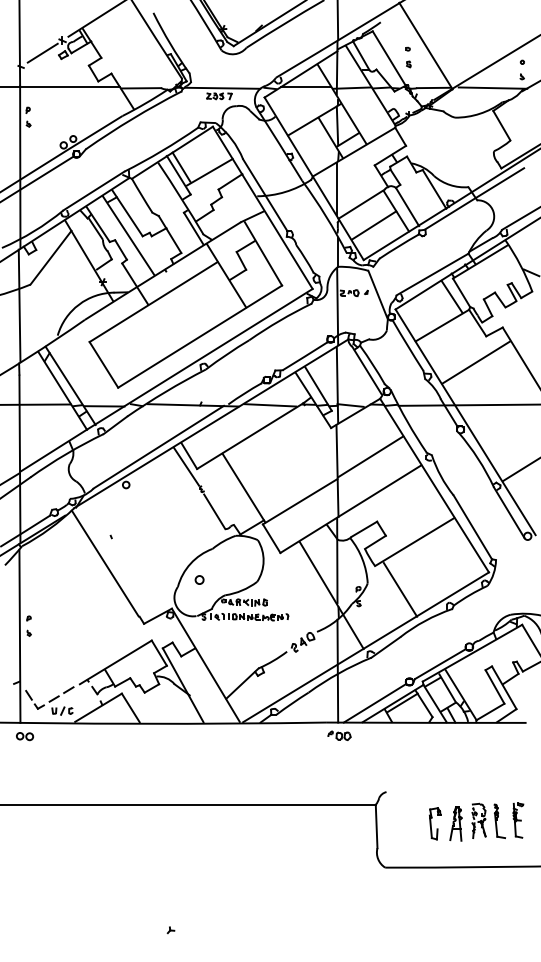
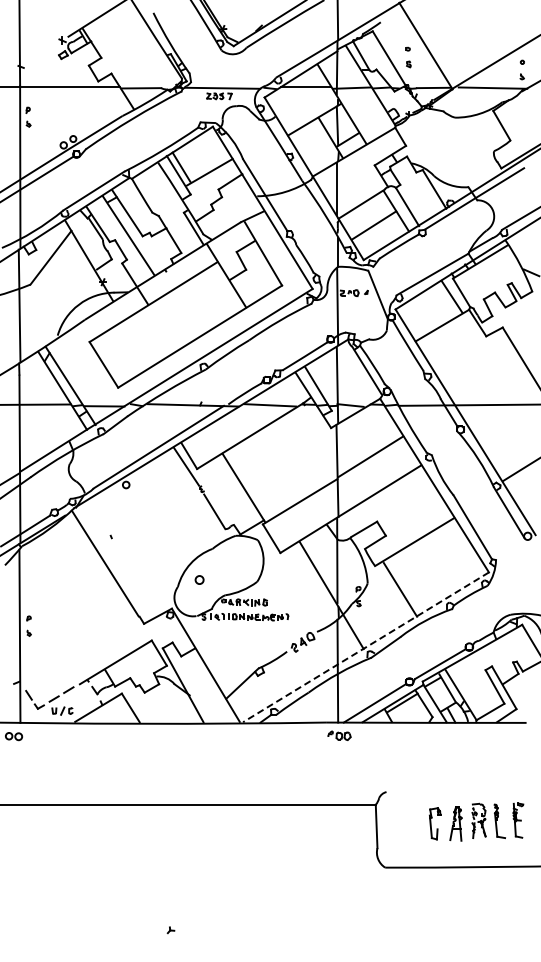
line at (42, 52): present -> none
line at (475, 362): present -> none
line at (366, 647): solid -> dashed
part at (25, 736) position: (25, 736) -> (14, 736)
